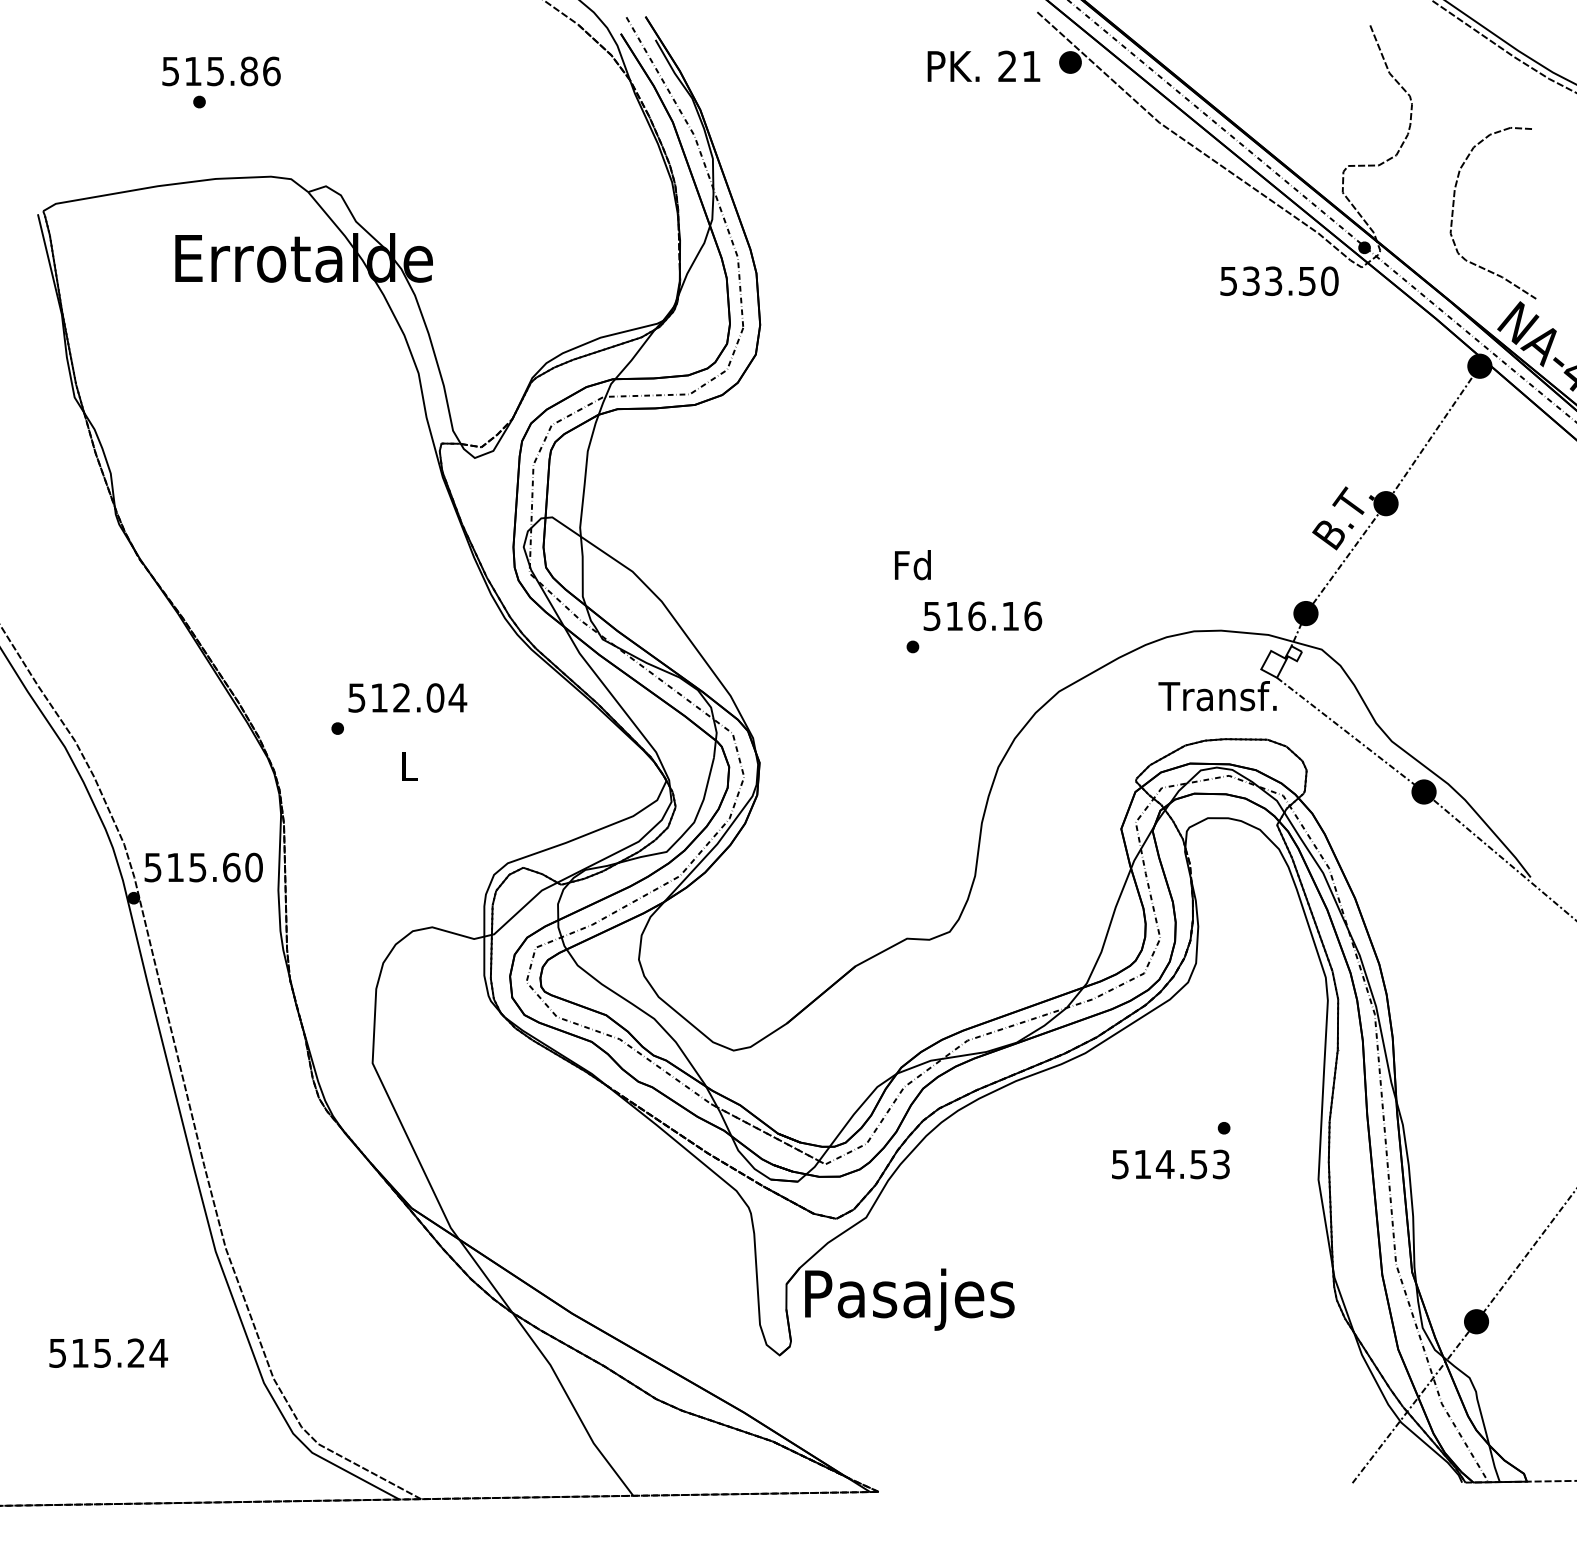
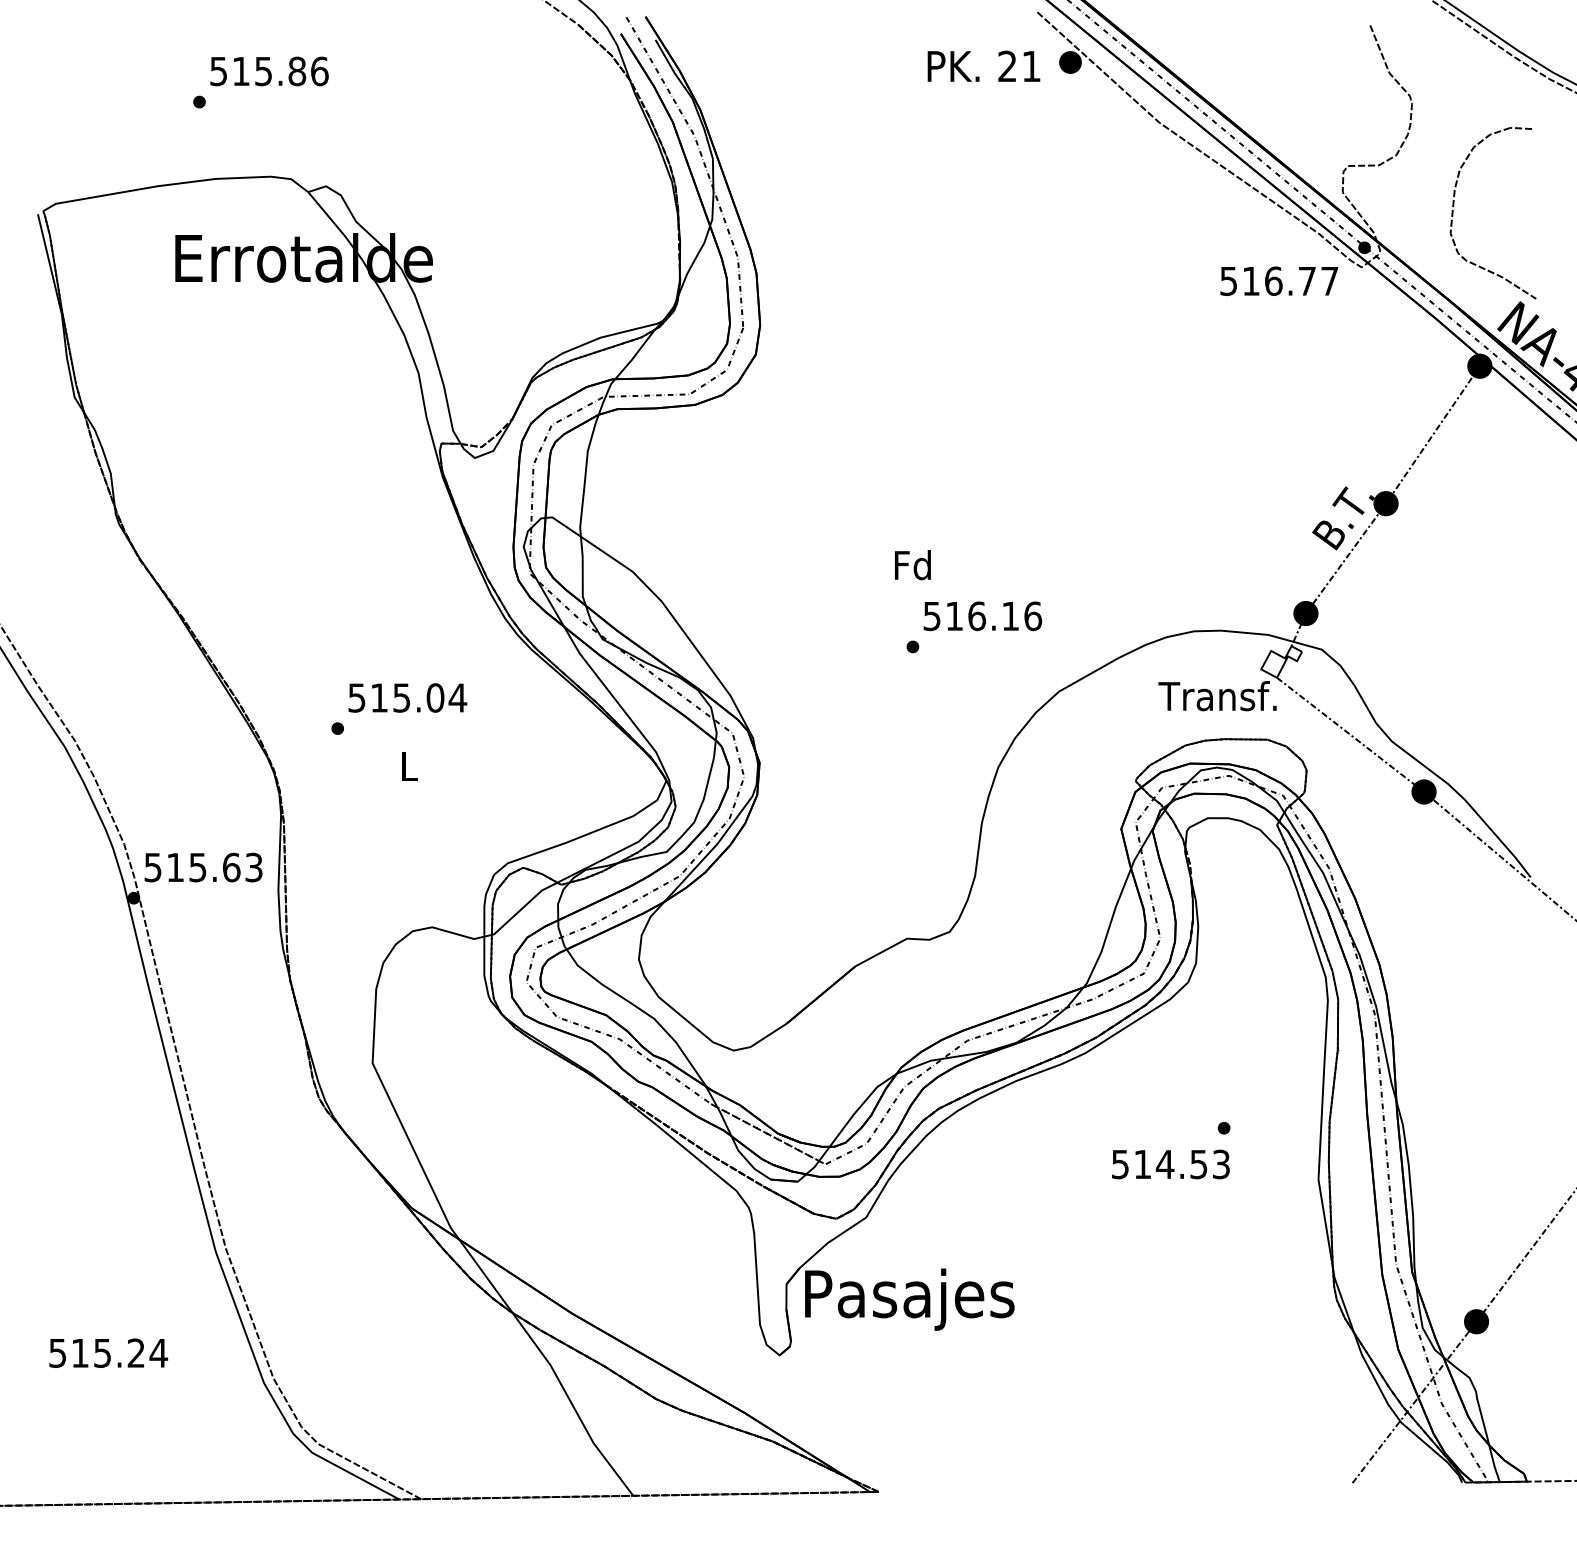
text at (221, 71) position: (221, 71) -> (269, 71)
text at (1290, 281): 533.50 -> 516.77
text at (401, 697): 512.04 -> 515.04
text at (253, 867): 515.60 -> 515.63
